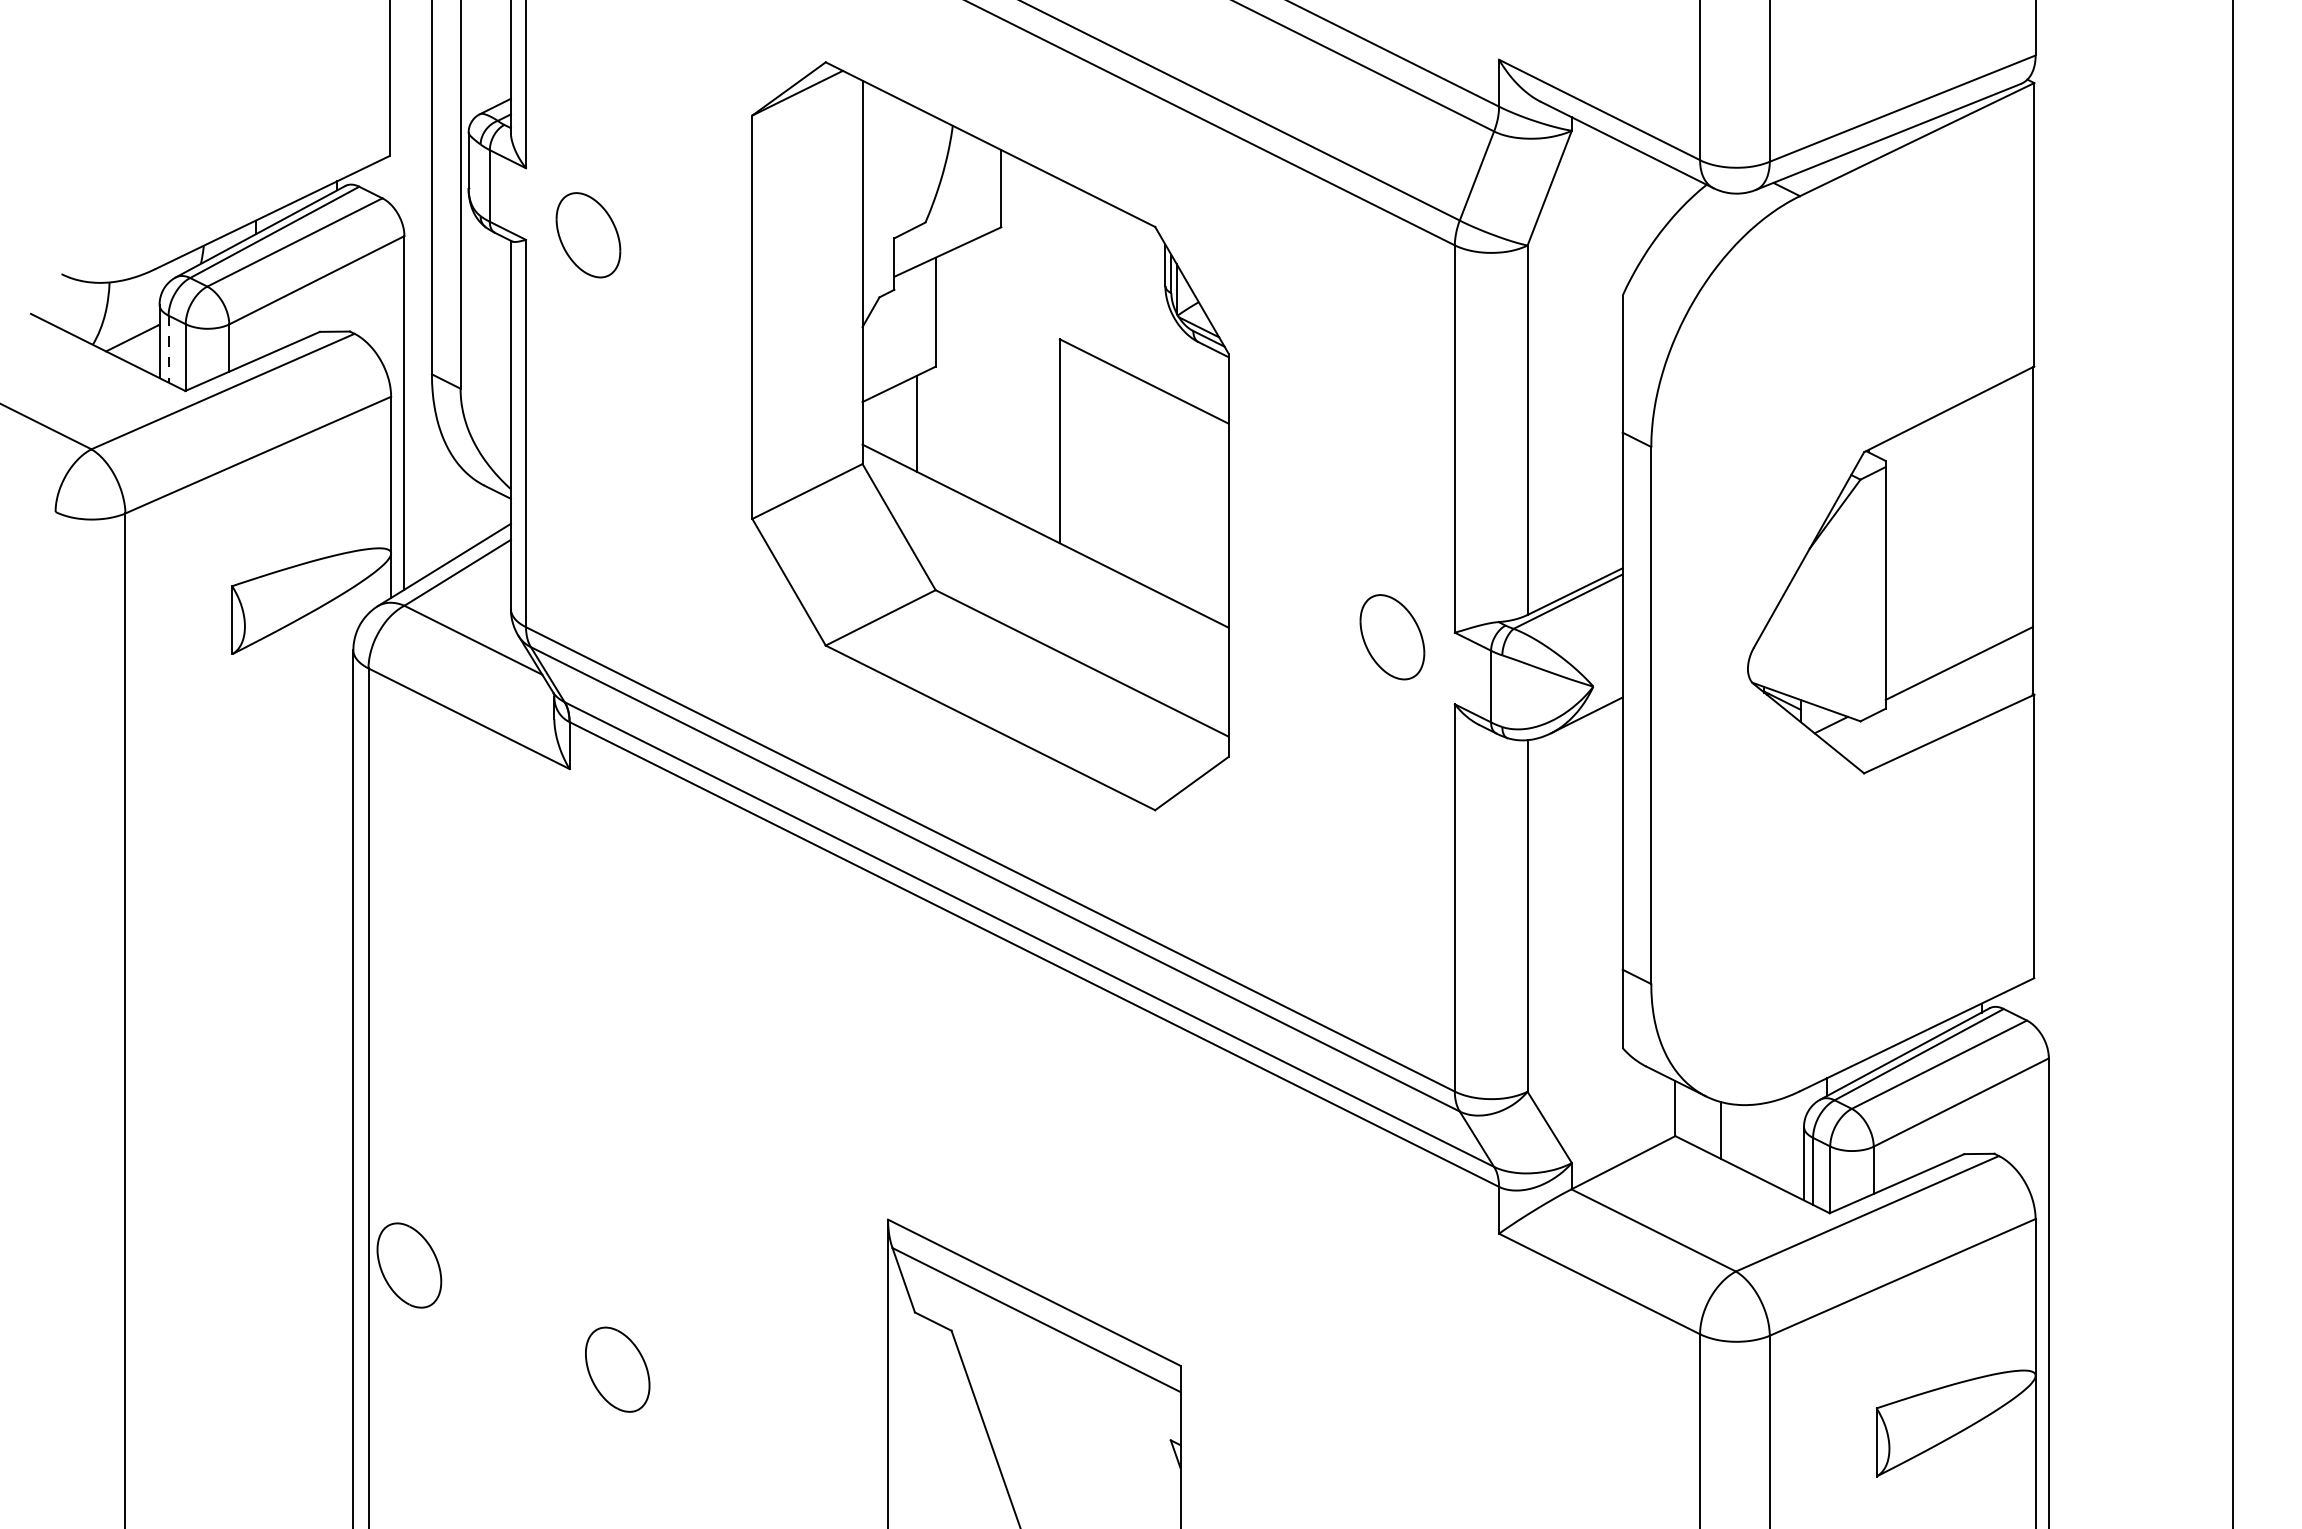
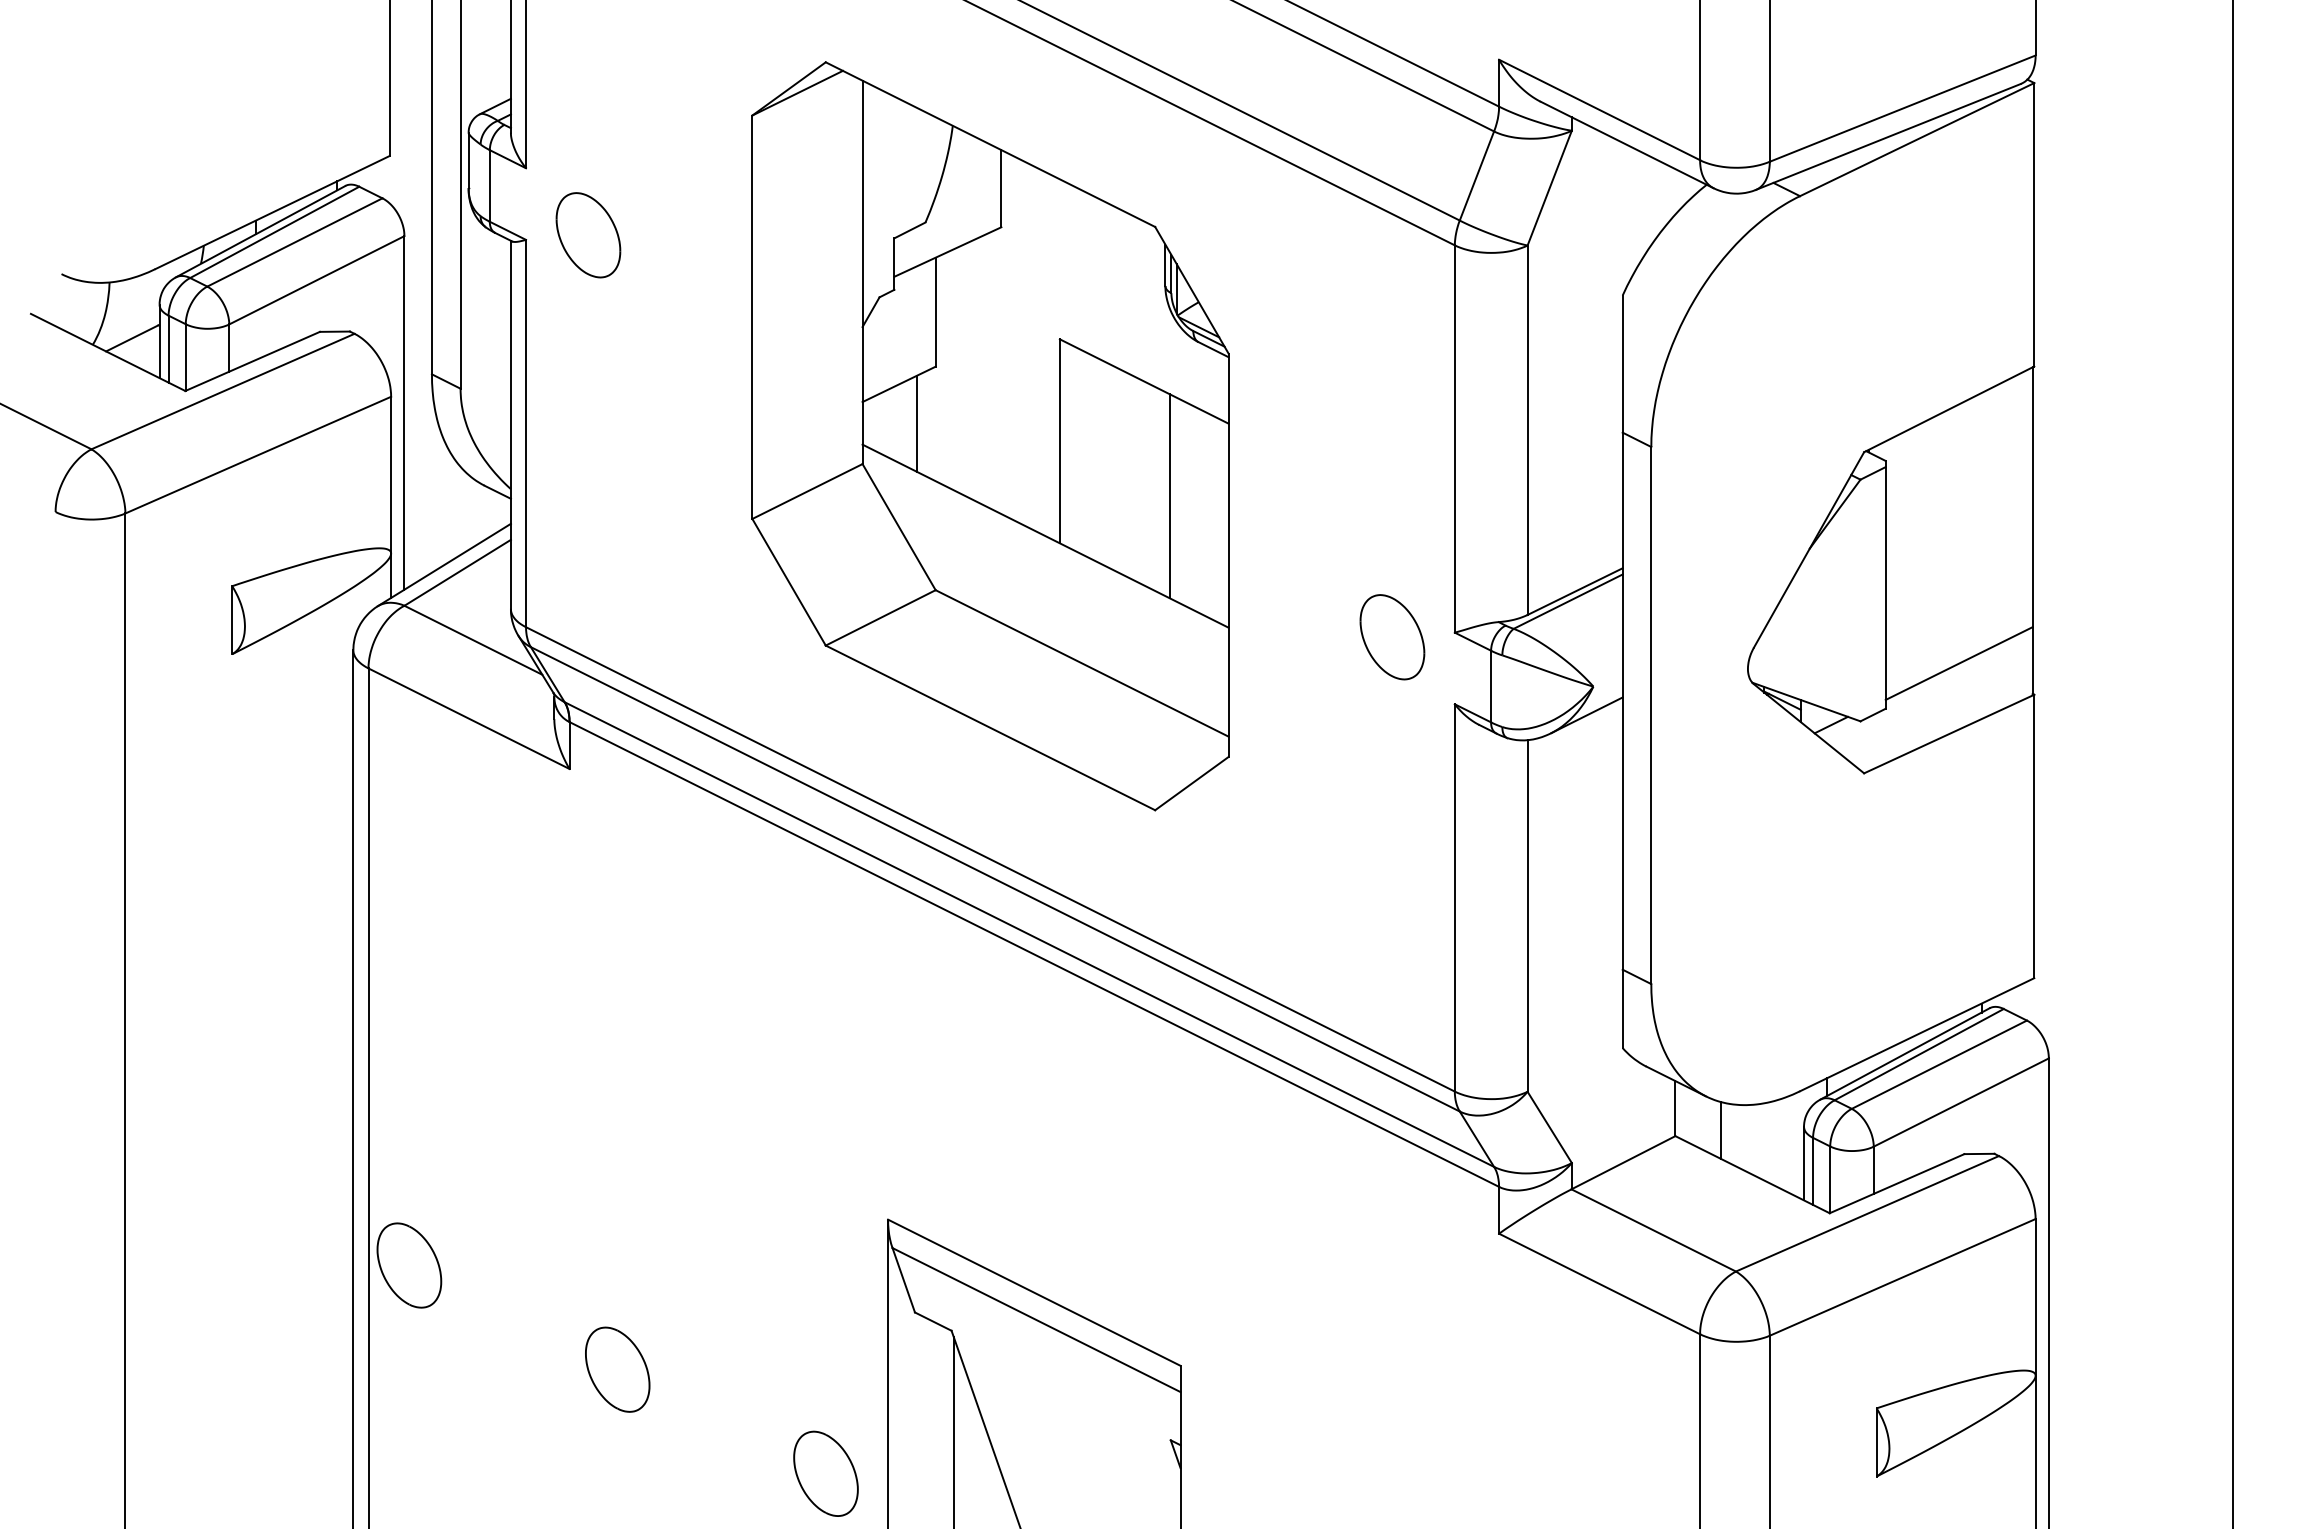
line at (168, 349): dashed -> solid
line at (1169, 496): none -> present
line at (953, 1431): none -> present
part at (825, 1473): none -> present
